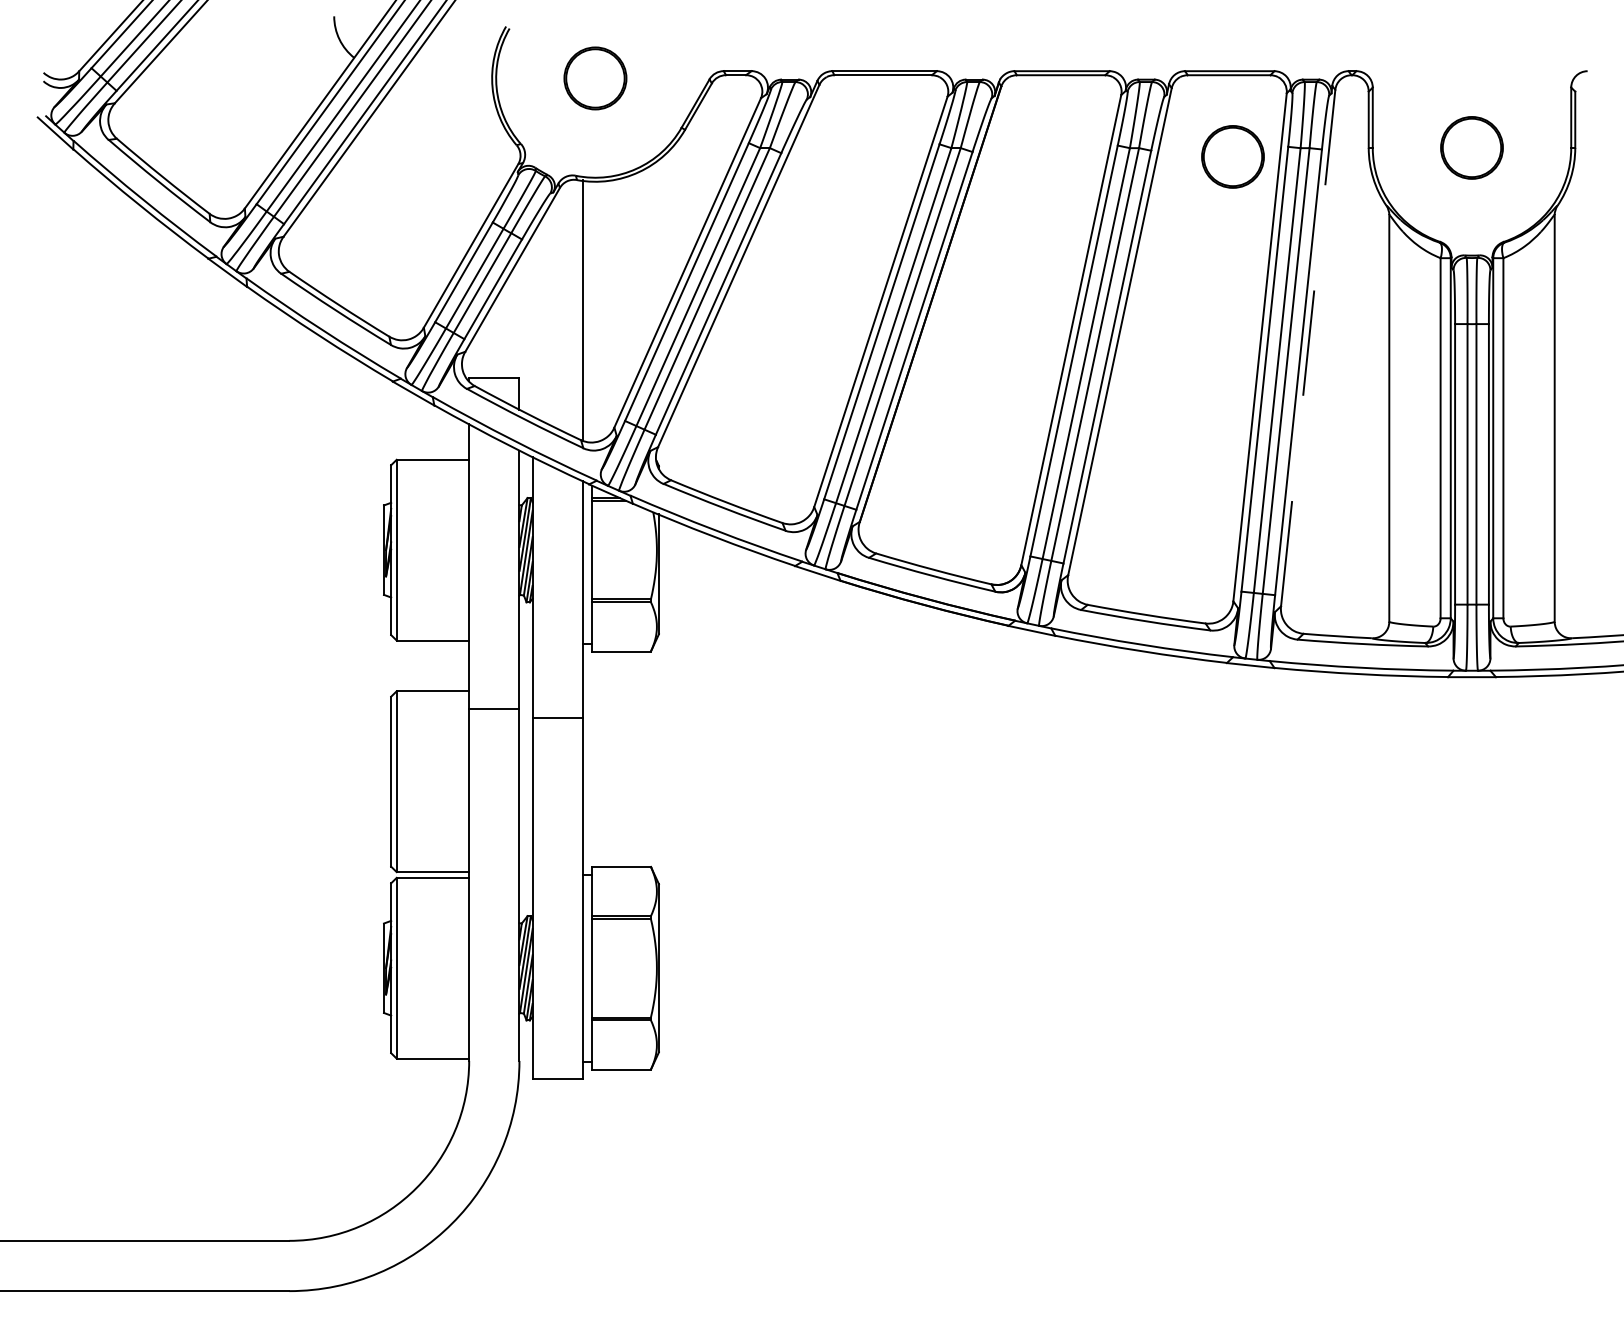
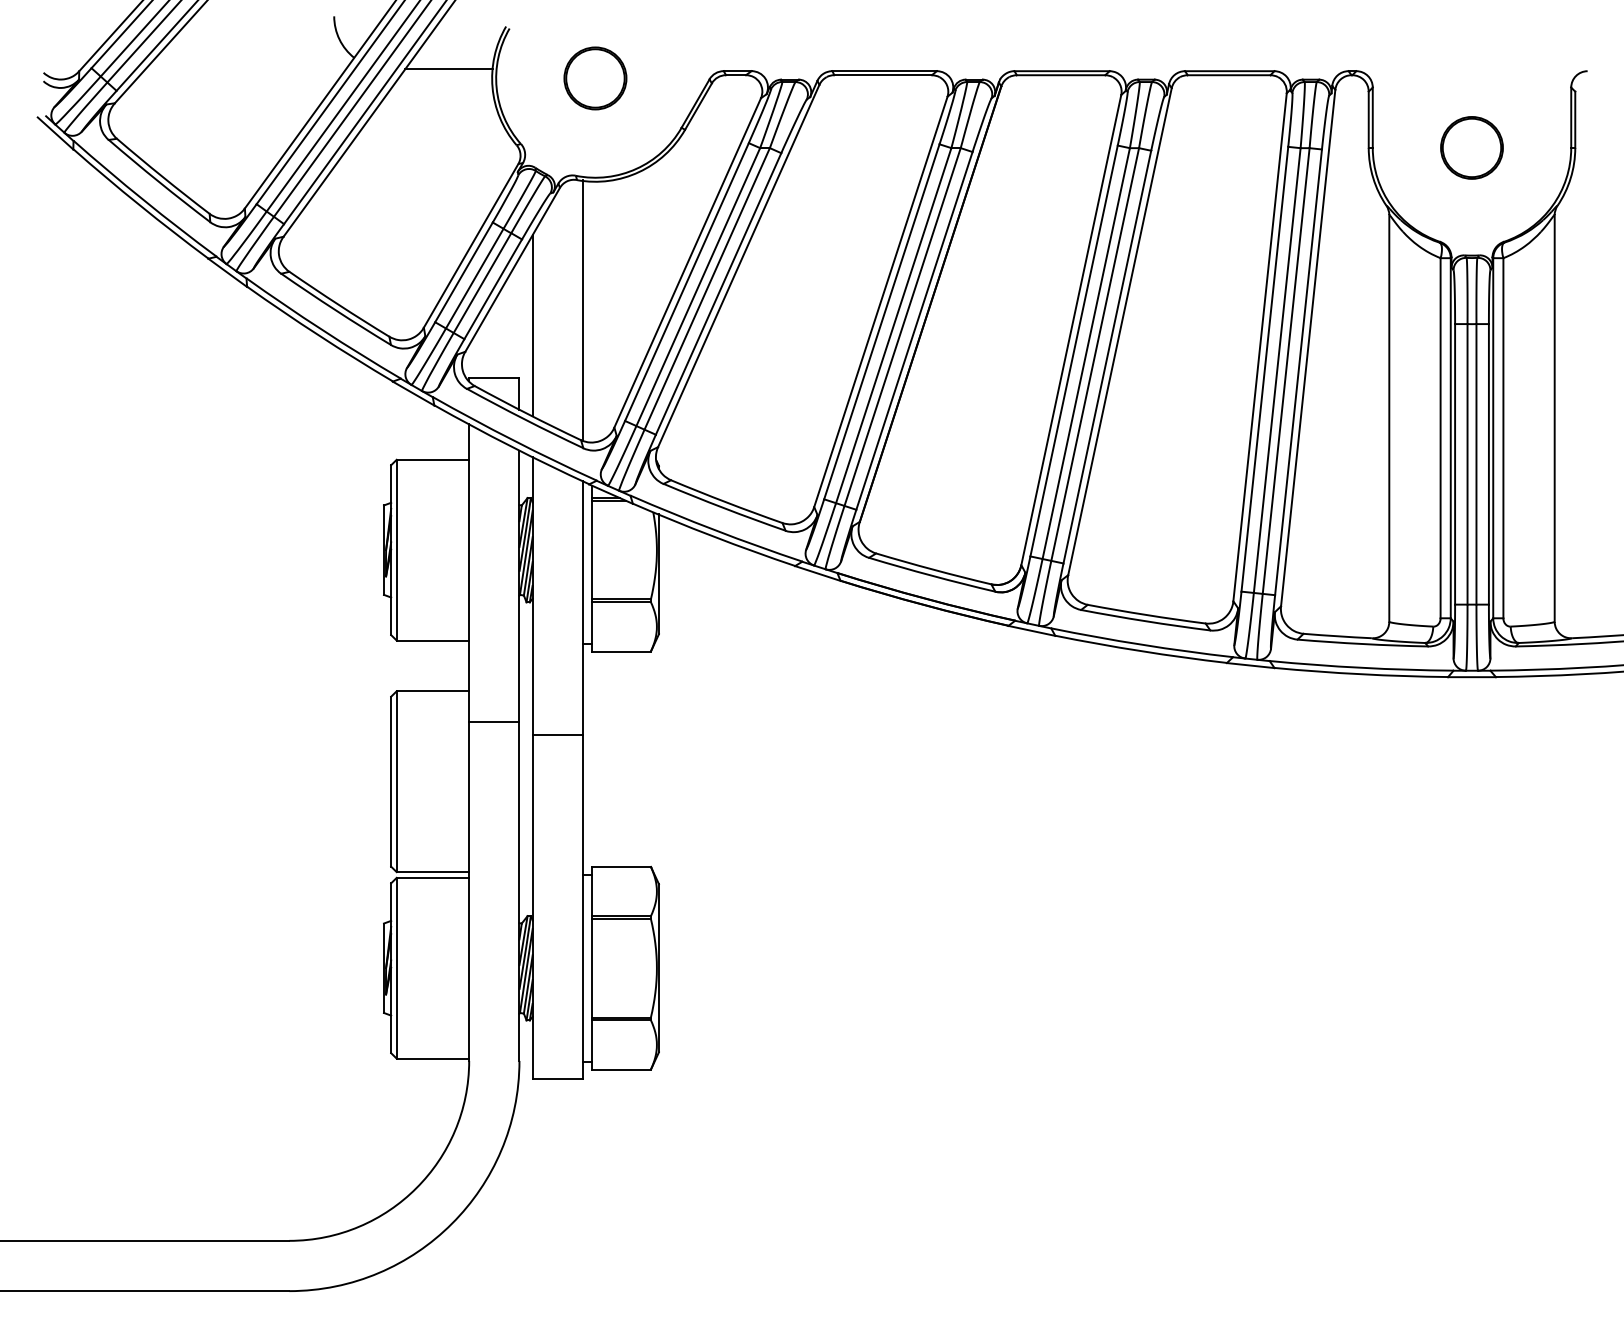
line at (449, 69): none -> present
circle at (1232, 156): present -> none
line at (532, 325): none -> present
line at (1308, 348): dashed -> solid
line at (494, 709) position: (494, 709) -> (494, 722)
line at (557, 718) position: (557, 718) -> (557, 735)
